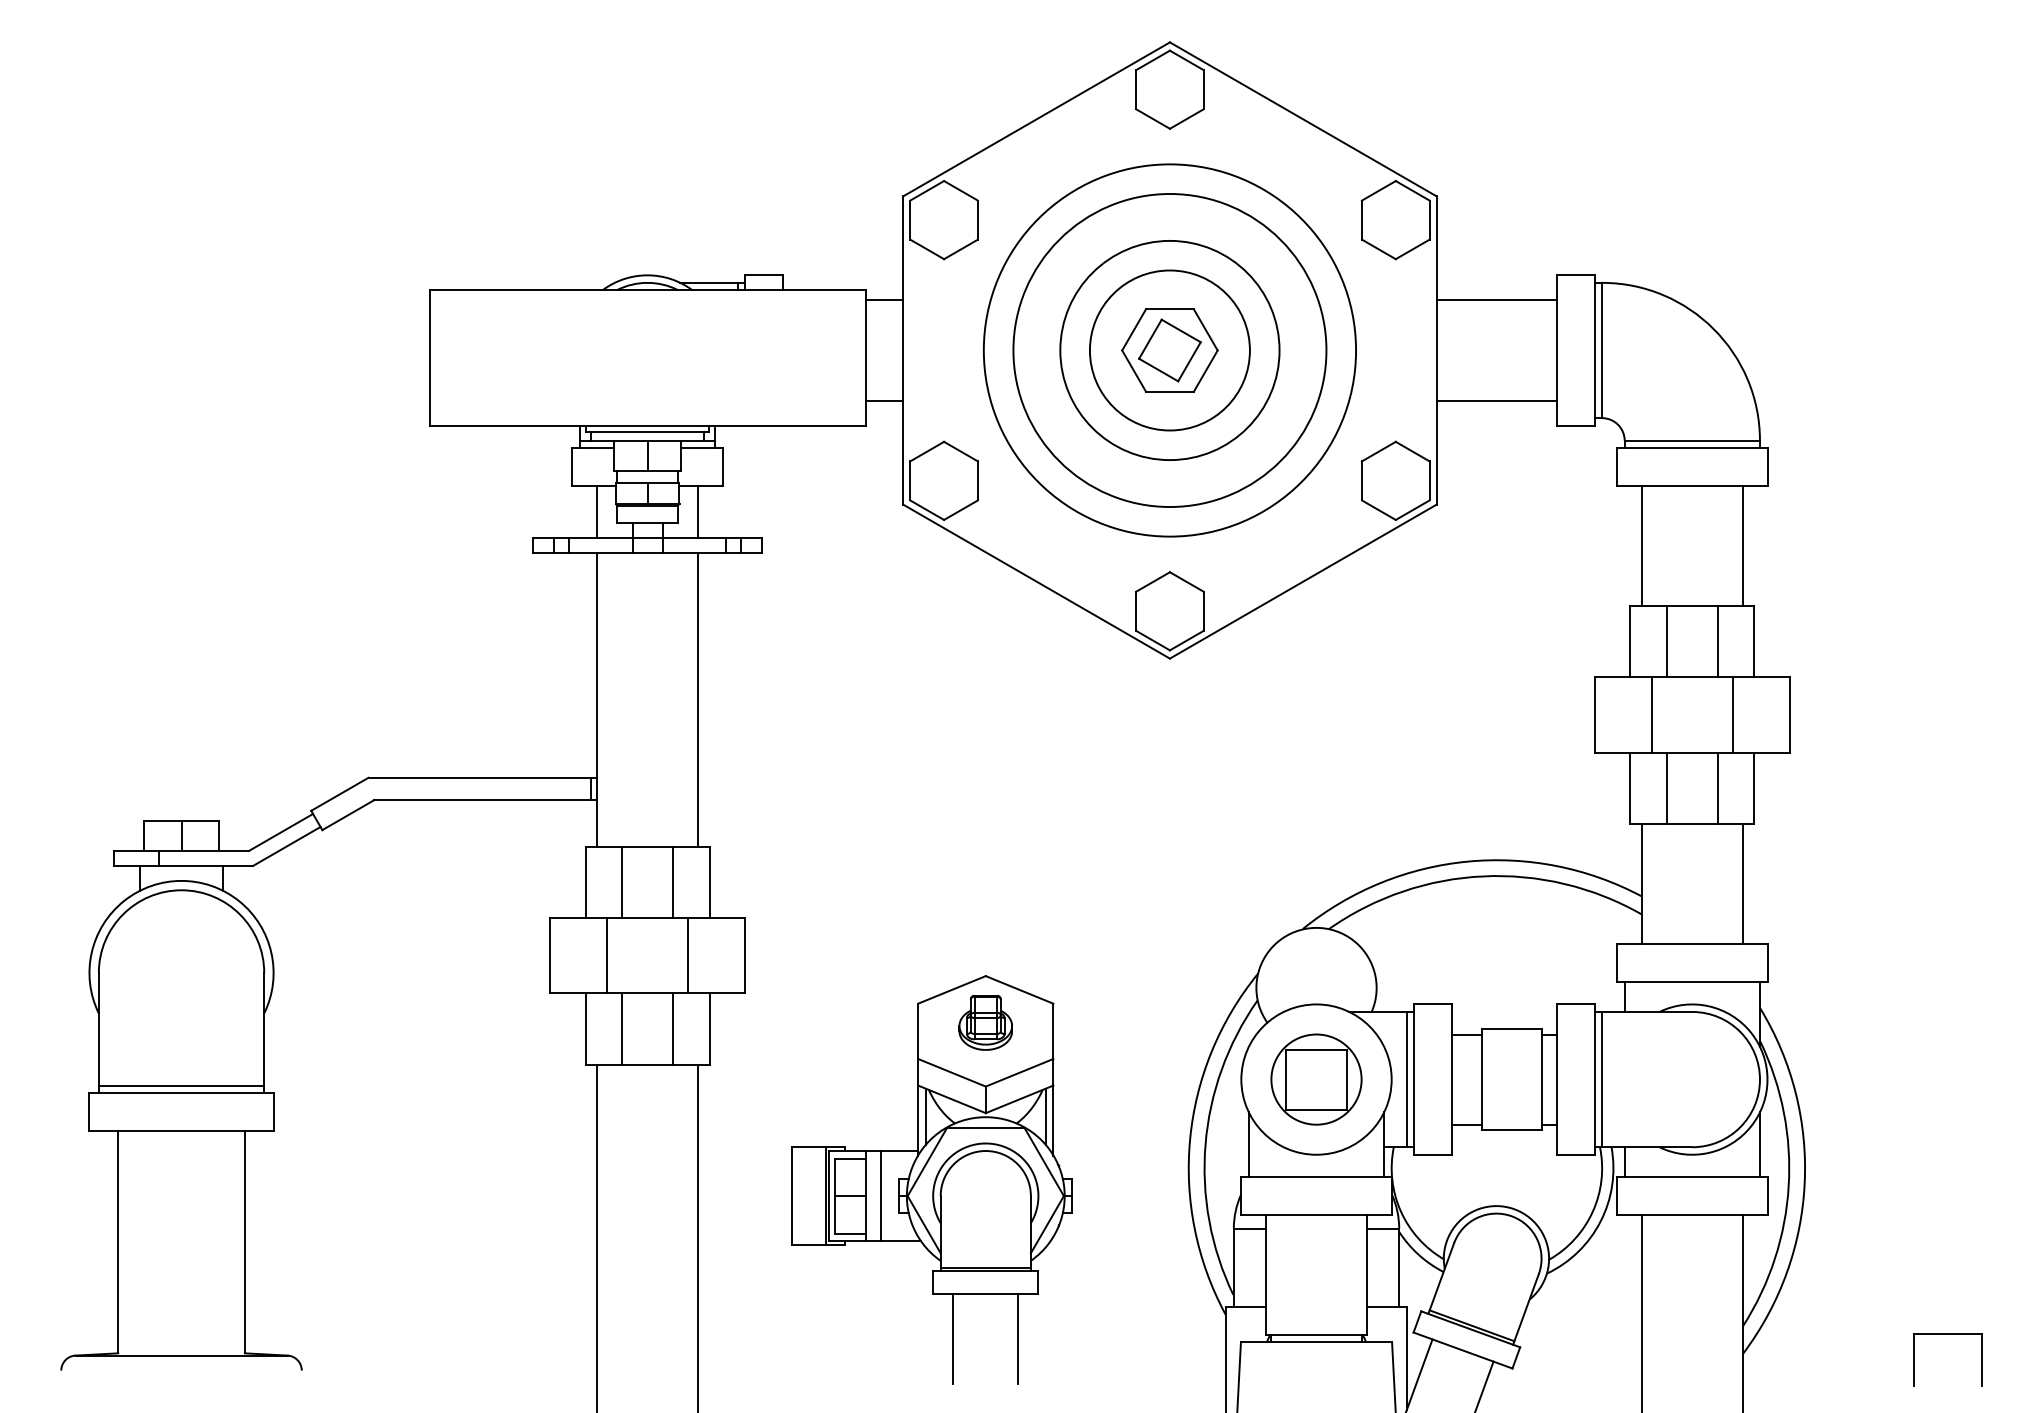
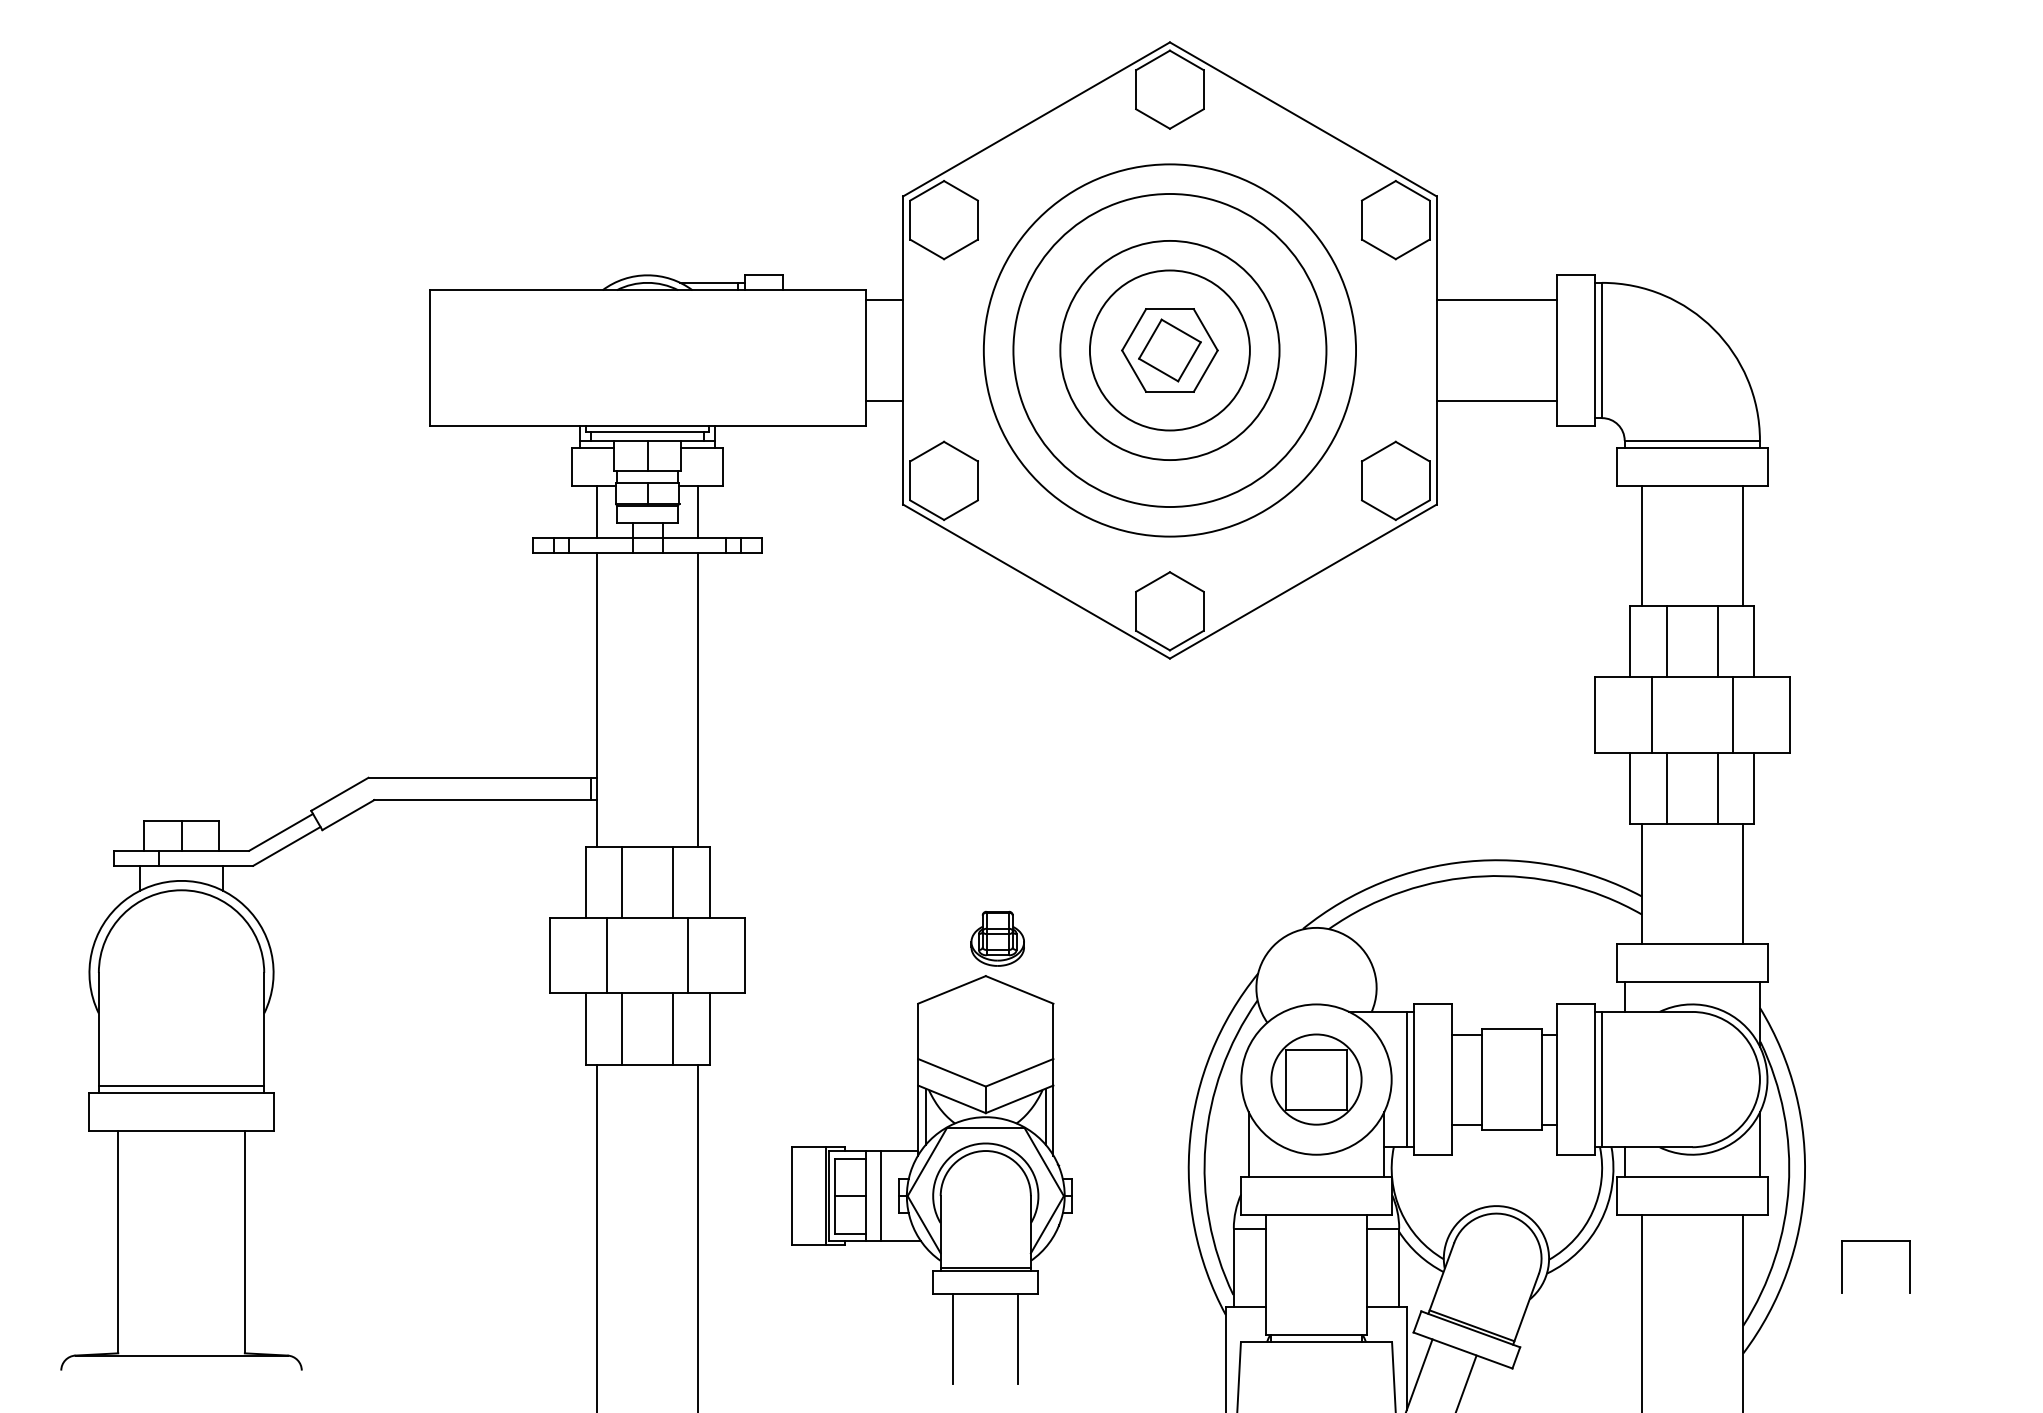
part at (985, 1022) position: (985, 1022) -> (997, 938)
part at (1947, 1334) position: (1947, 1334) -> (1875, 1241)
line at (1484, 1385) position: (1484, 1385) -> (1466, 1382)
